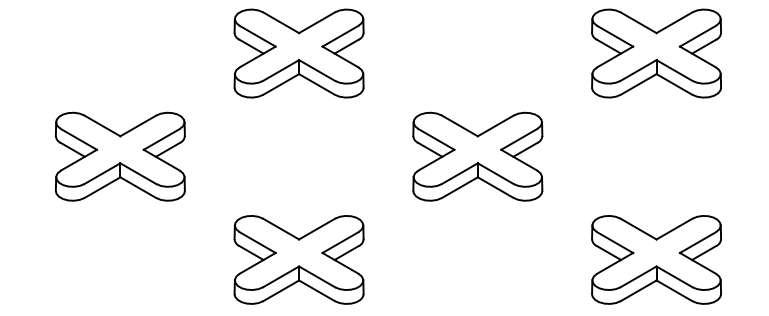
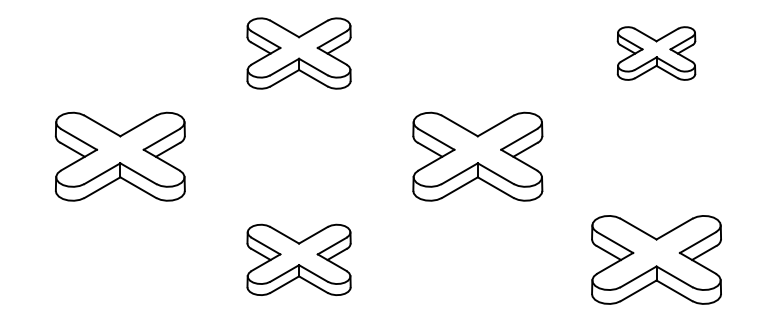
part at (298, 53) size: 132x91 px -> 106x73 px
part at (656, 53) size: 131x91 px -> 81x55 px
part at (298, 259) size: 132x90 px -> 106x73 px
